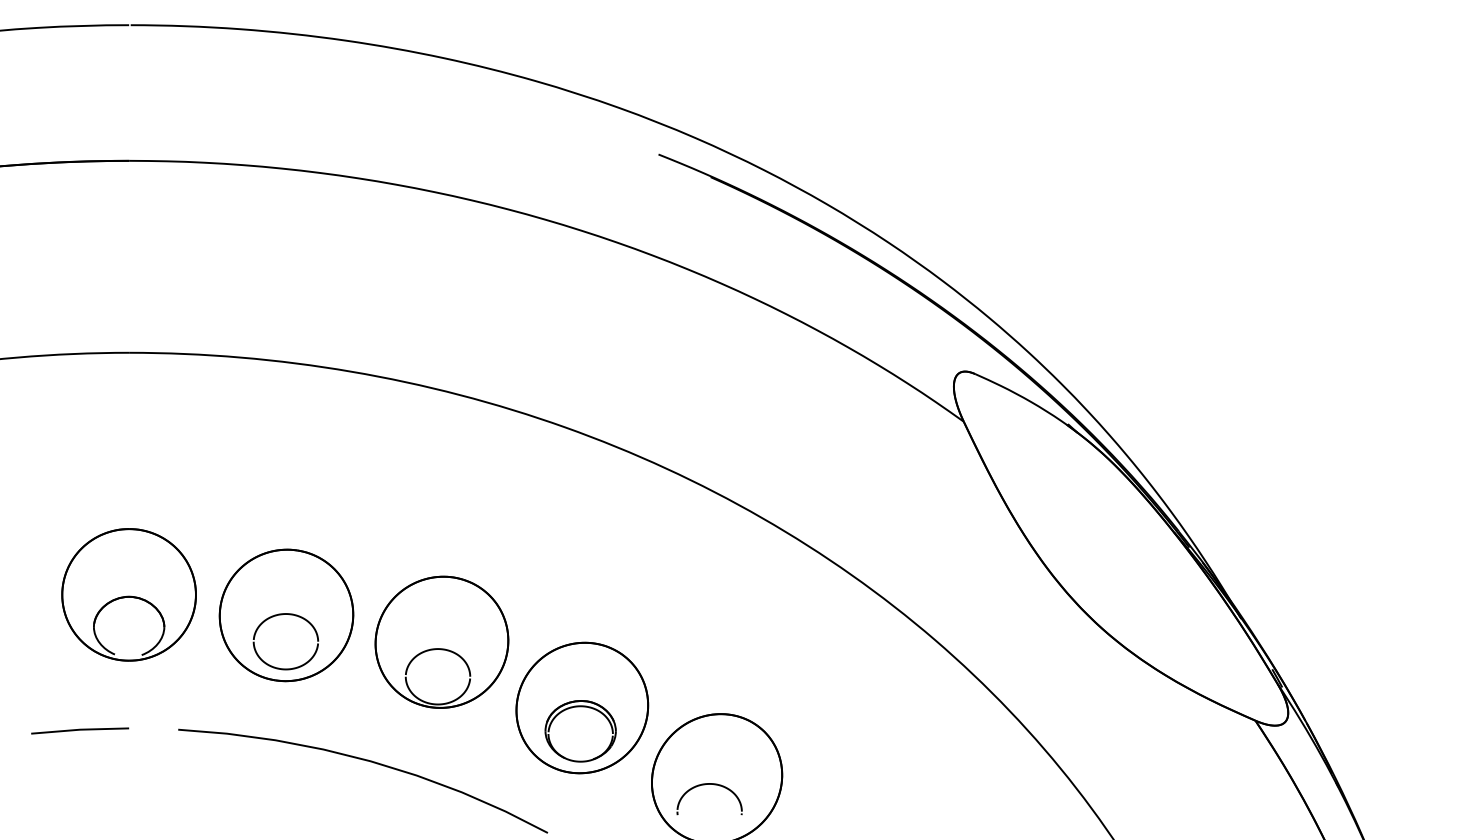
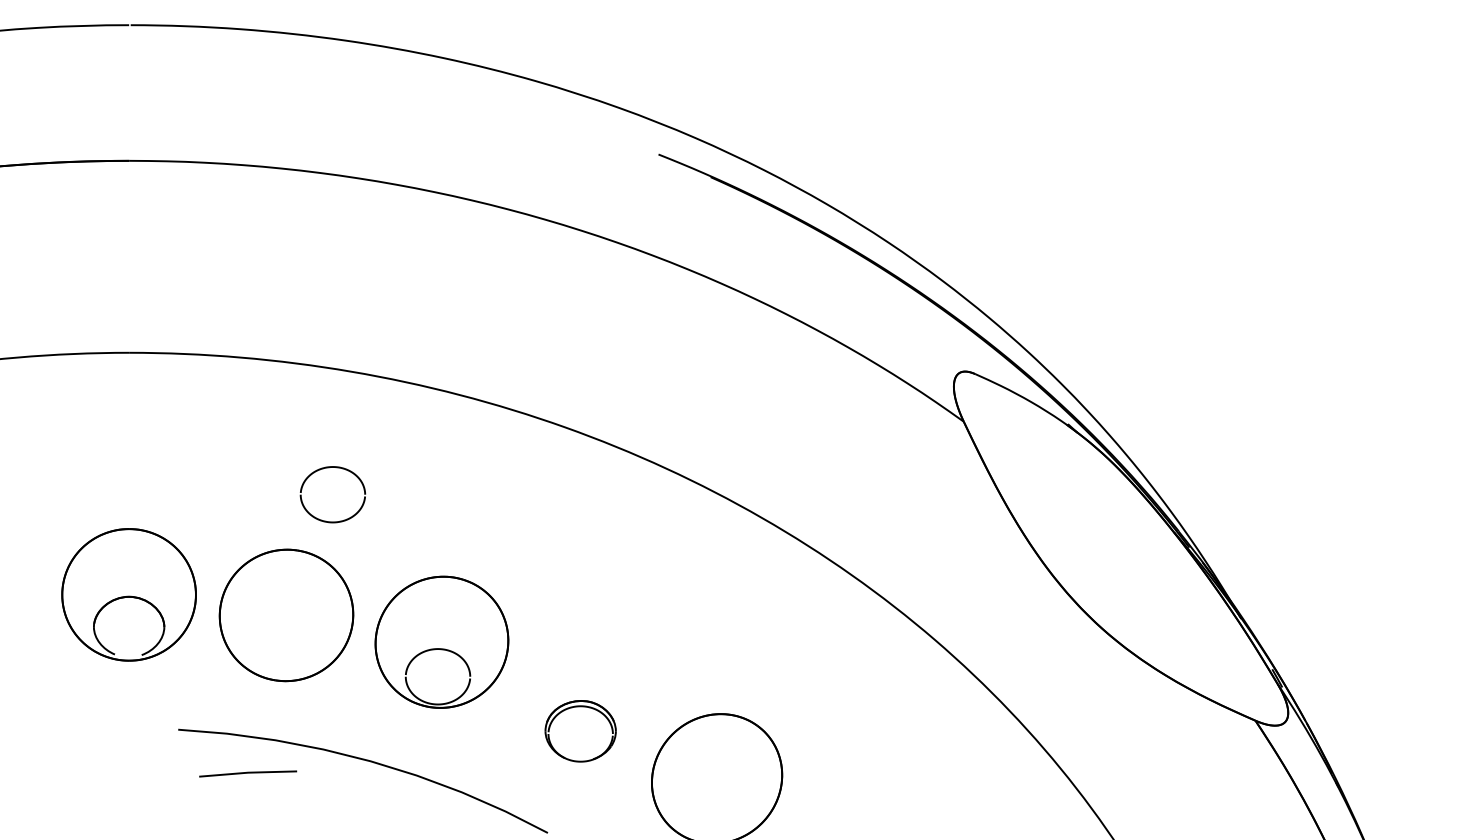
part at (282, 615) position: (282, 615) -> (329, 468)
part at (582, 707): present -> none
line at (80, 730) position: (80, 730) -> (248, 773)
part at (705, 785): present -> none
